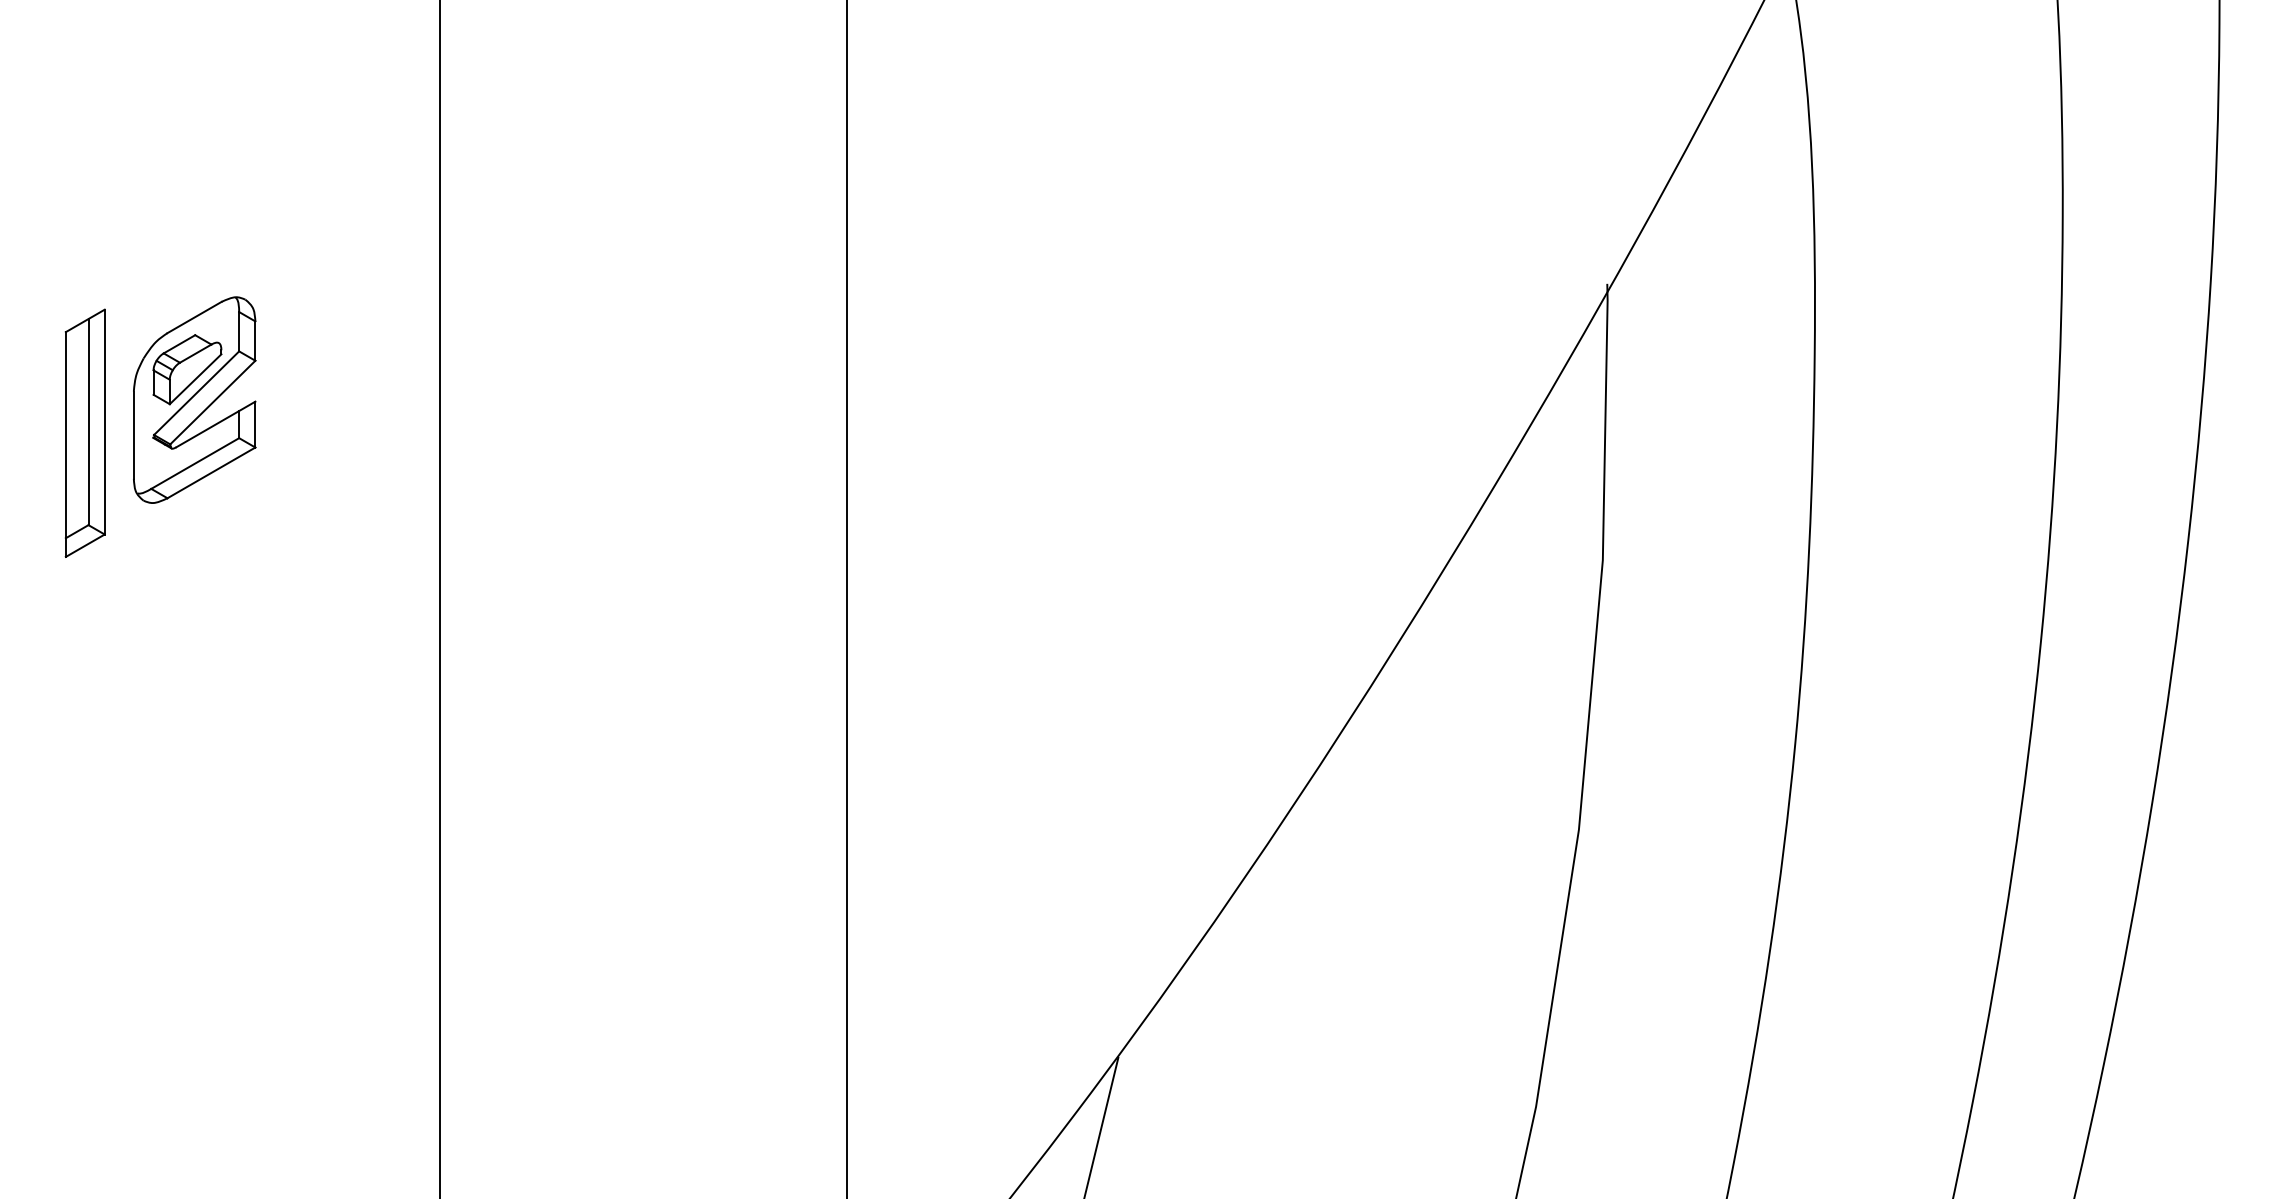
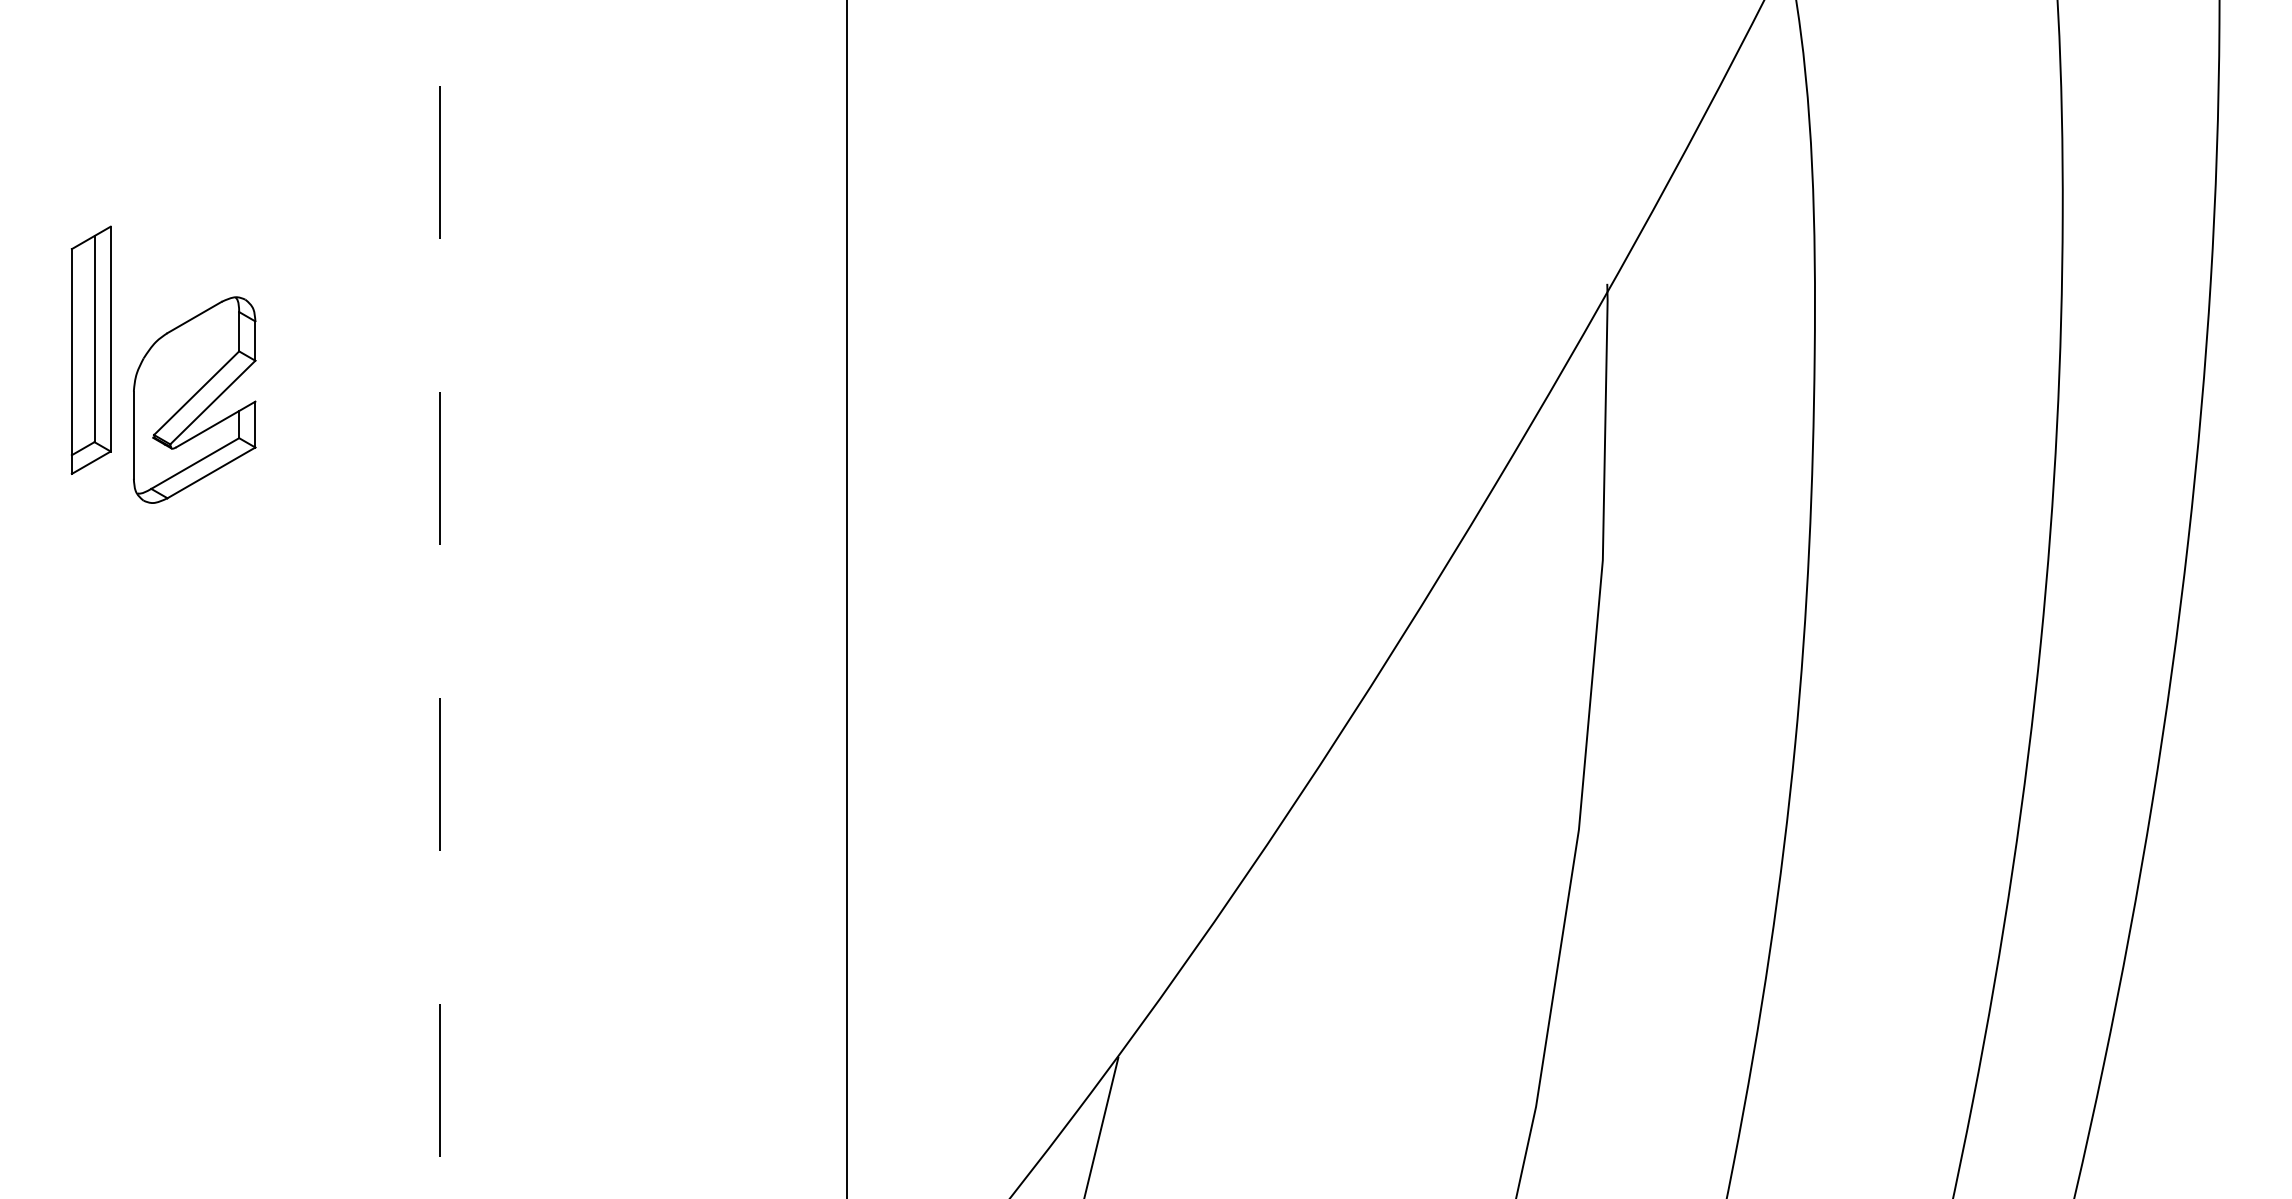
part at (187, 369): present -> none
part at (84, 432) position: (84, 432) -> (90, 349)
line at (439, 599): solid -> dashed
